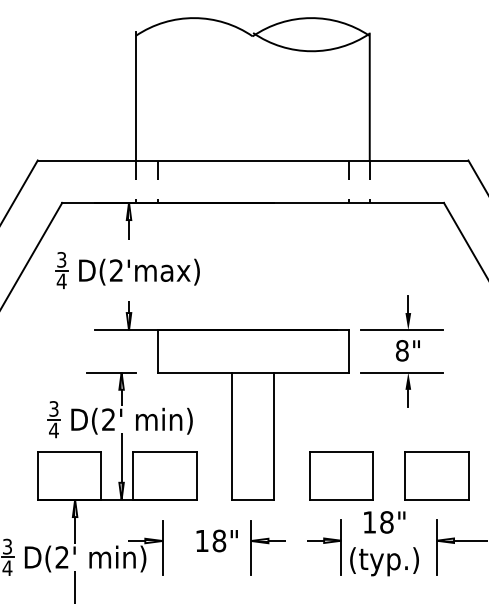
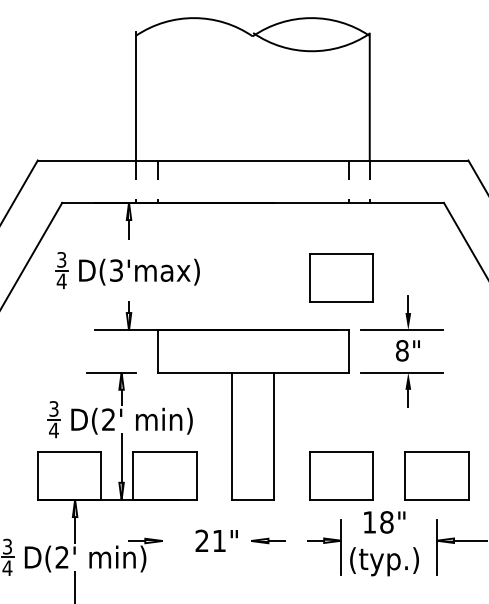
text at (116, 270): D(2'max) -> D(3'max)
part at (341, 277): none -> present
text at (210, 540): 18" -> 21"
line at (162, 547): present -> none
line at (251, 547): present -> none
